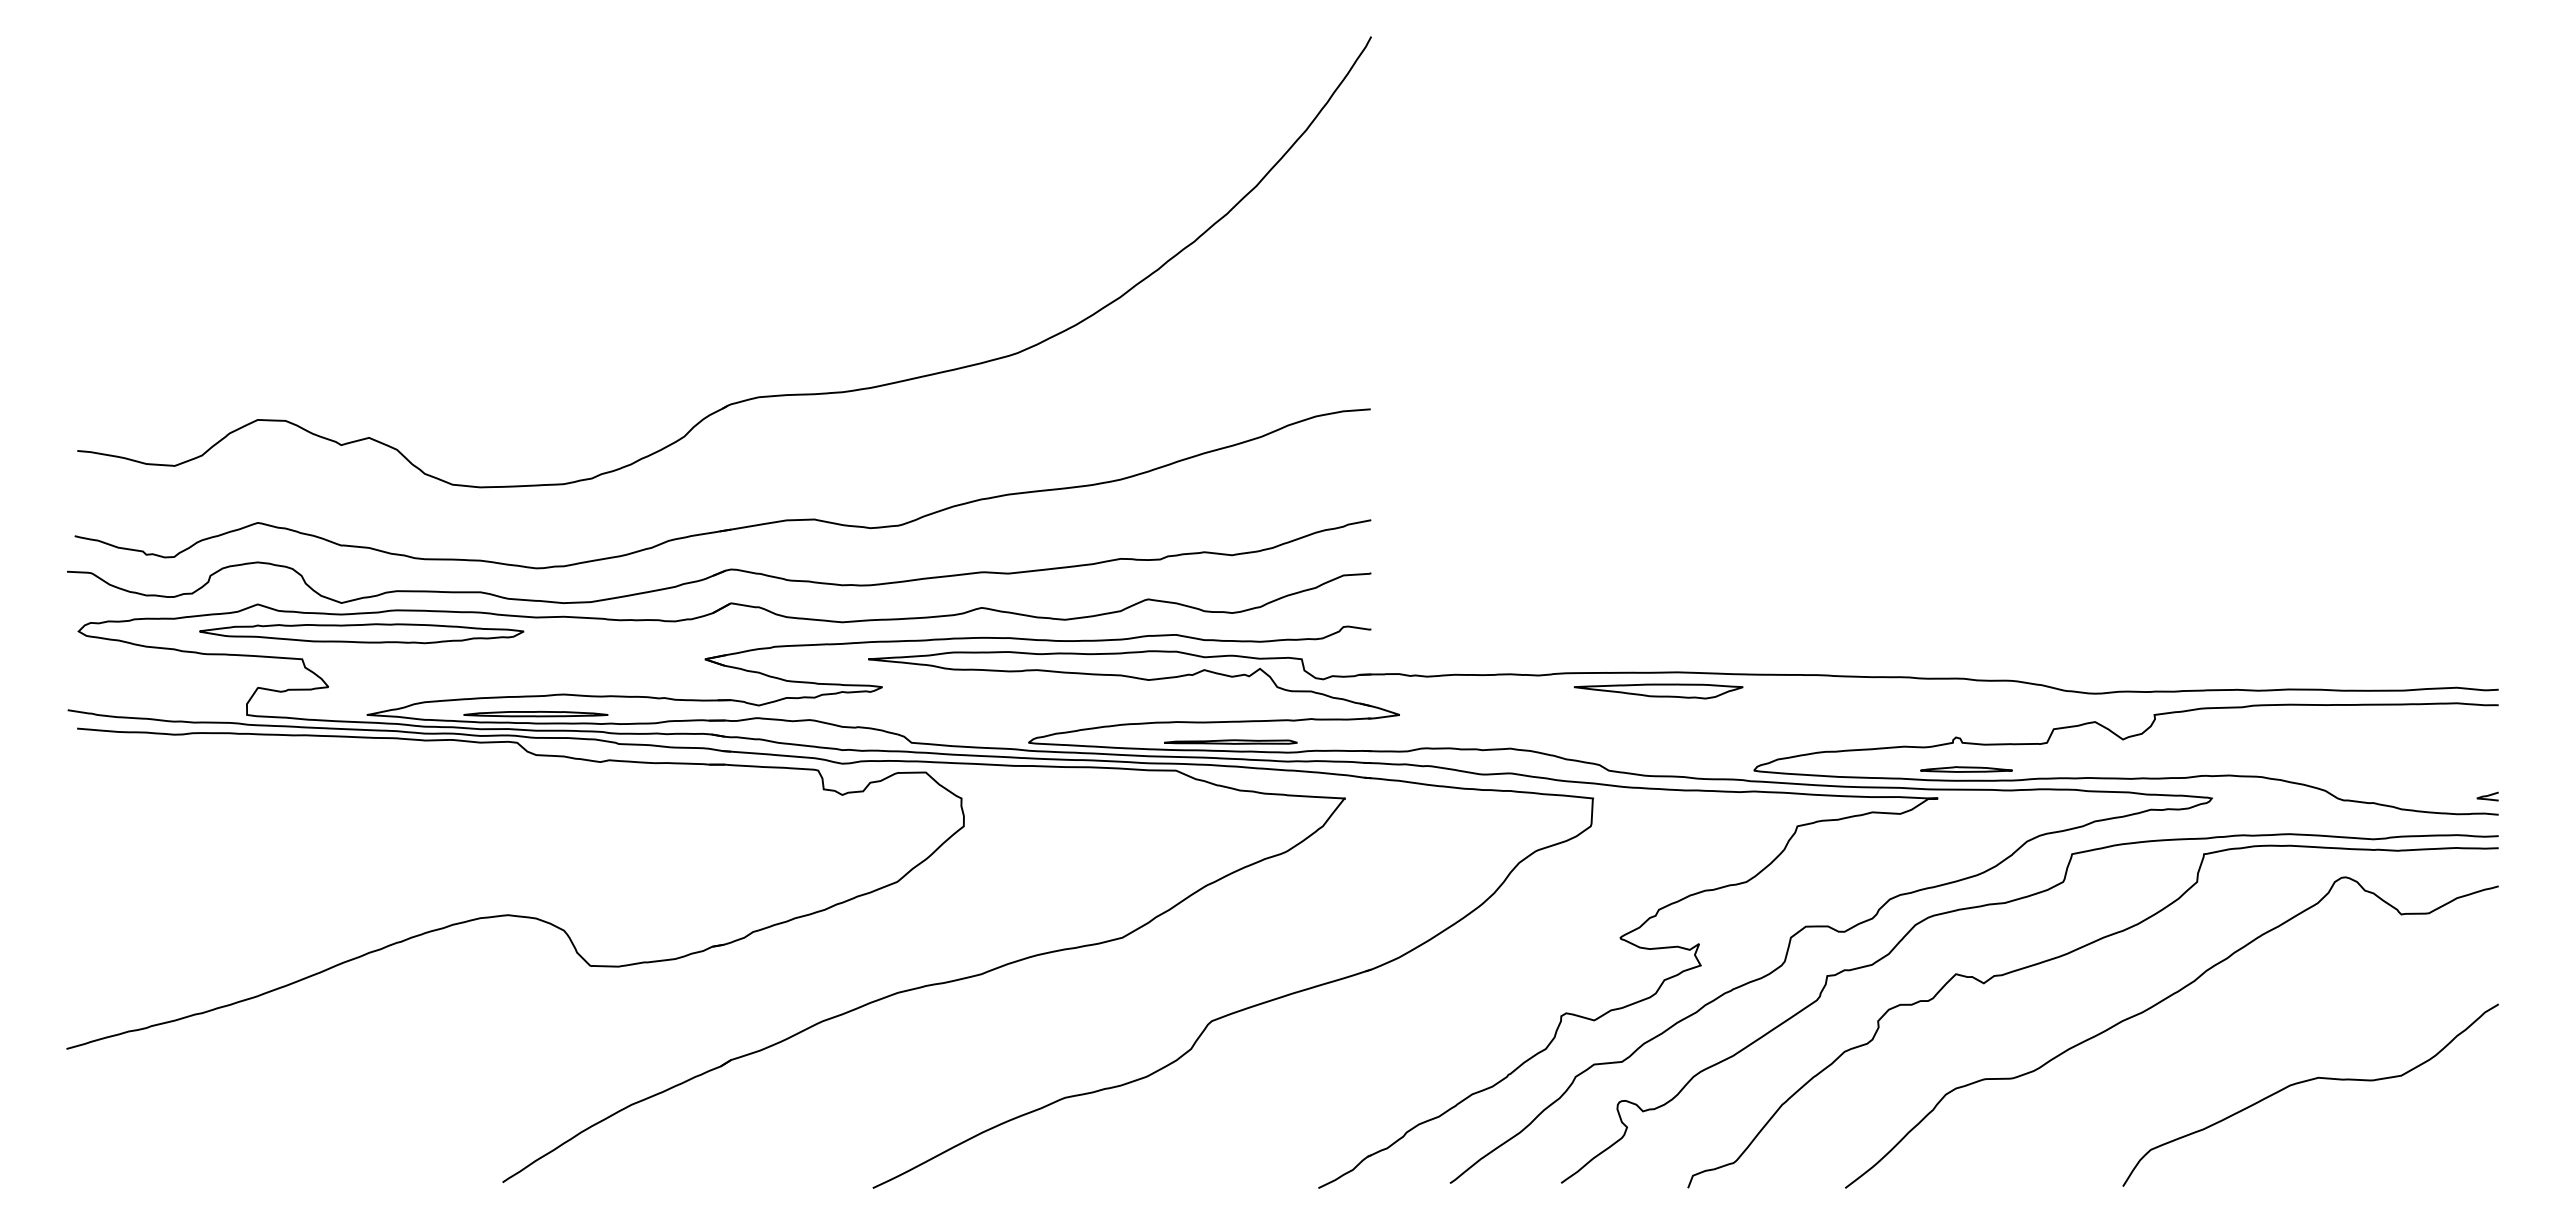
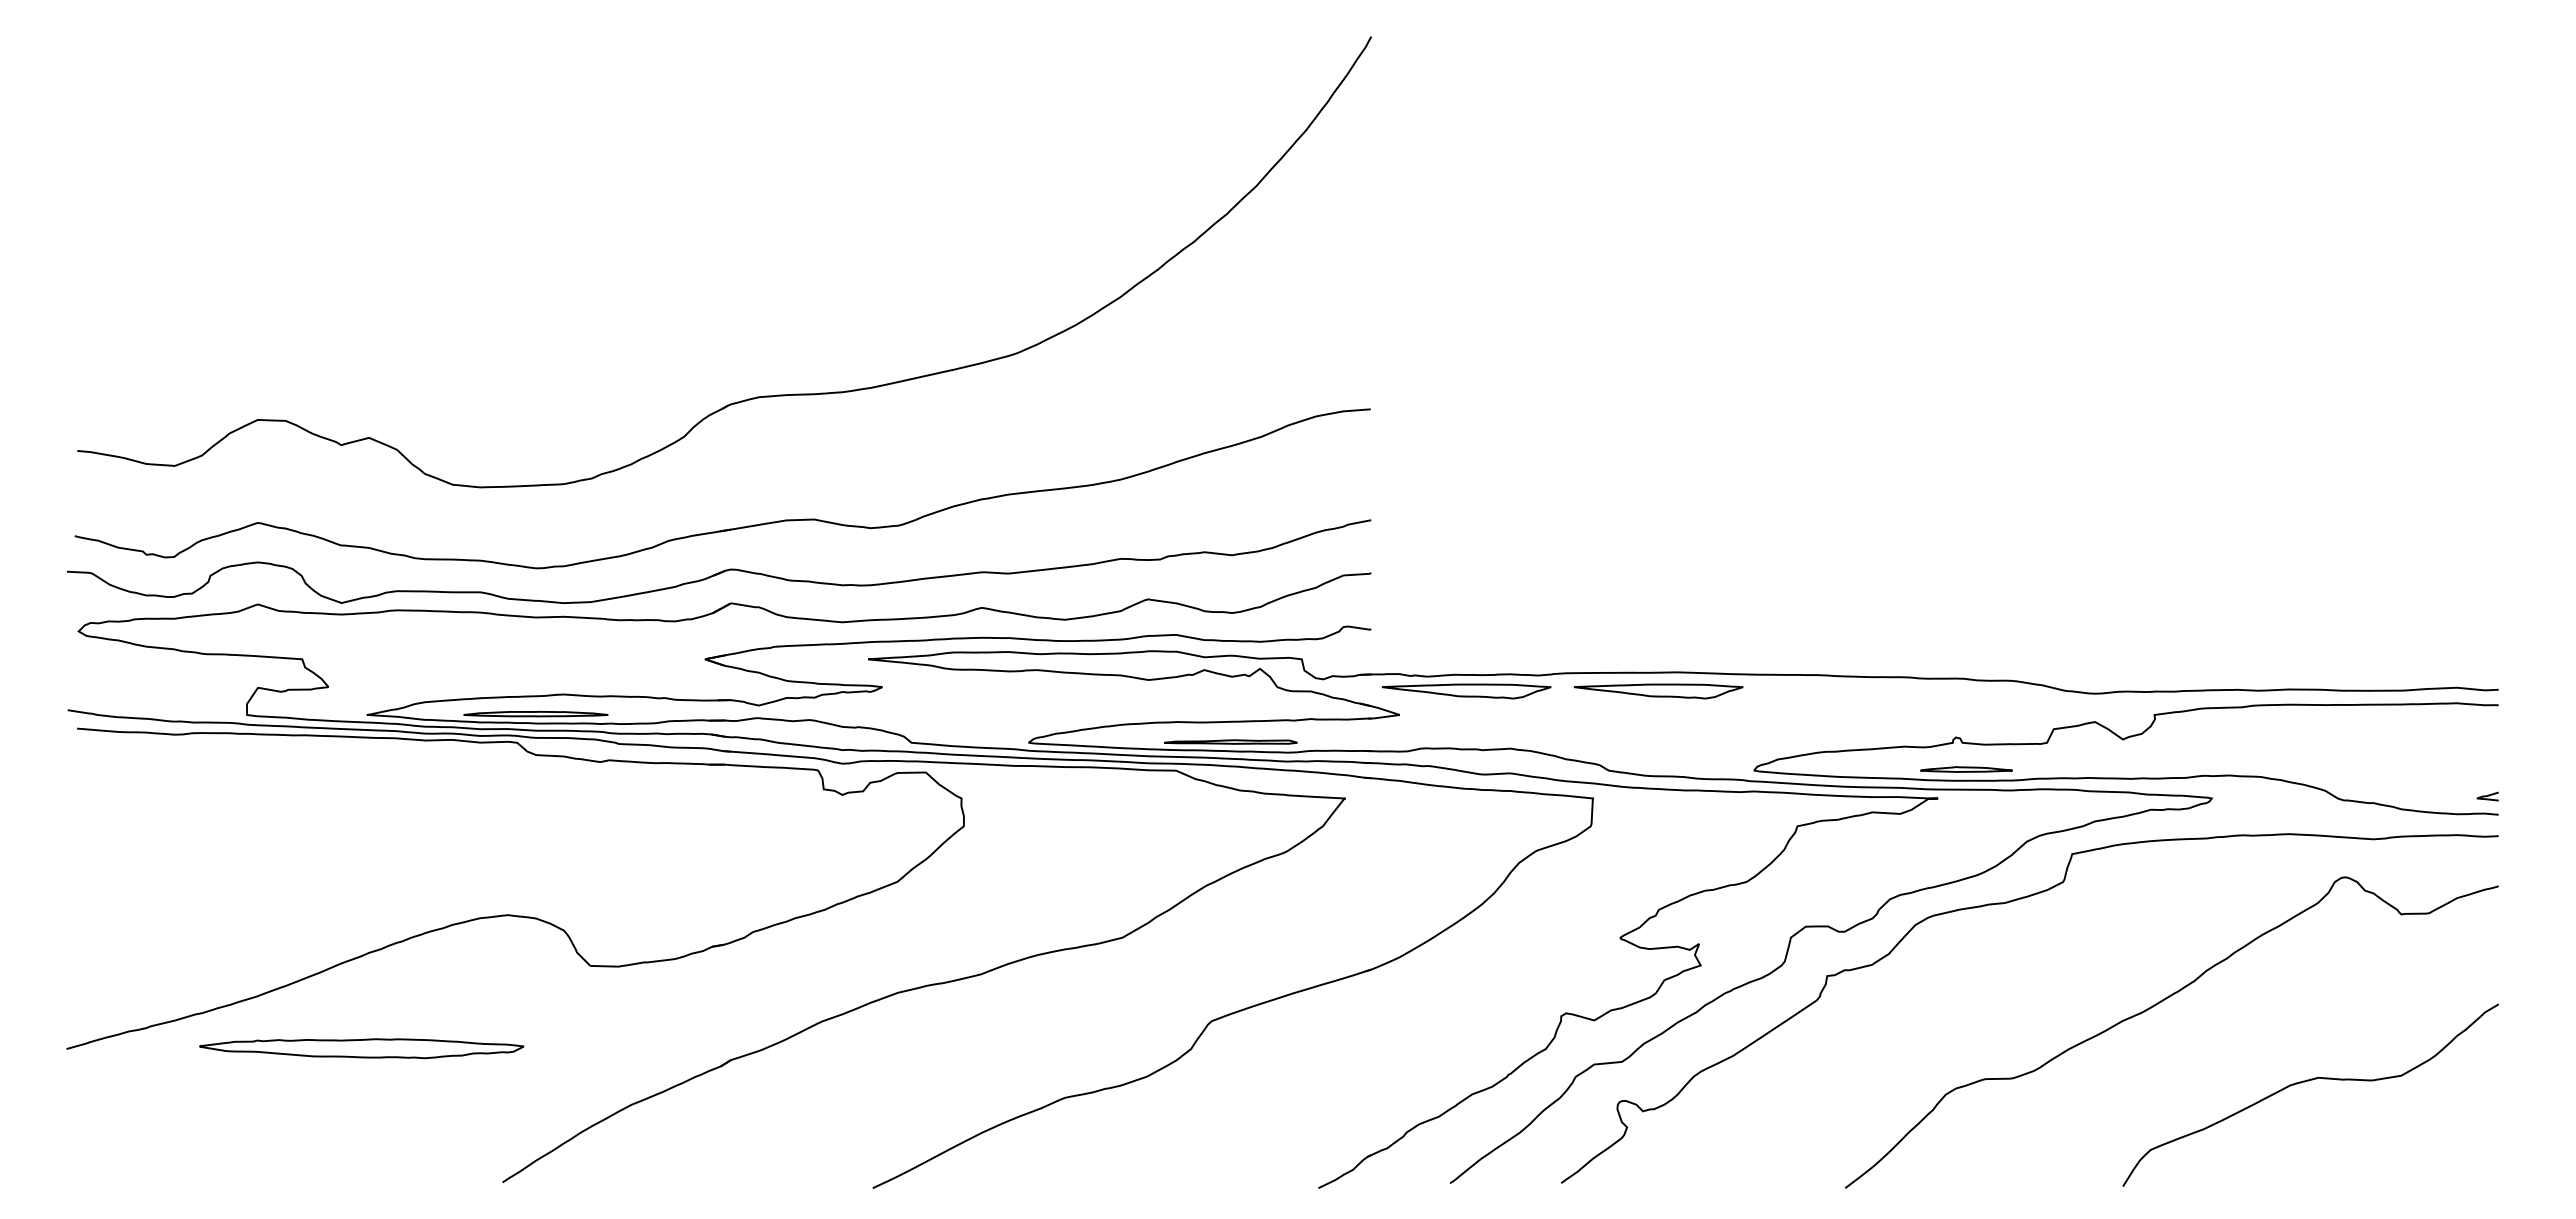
part at (361, 633) position: (361, 633) -> (361, 1048)
part at (1466, 691): none -> present
curve at (2066, 955): present -> none
